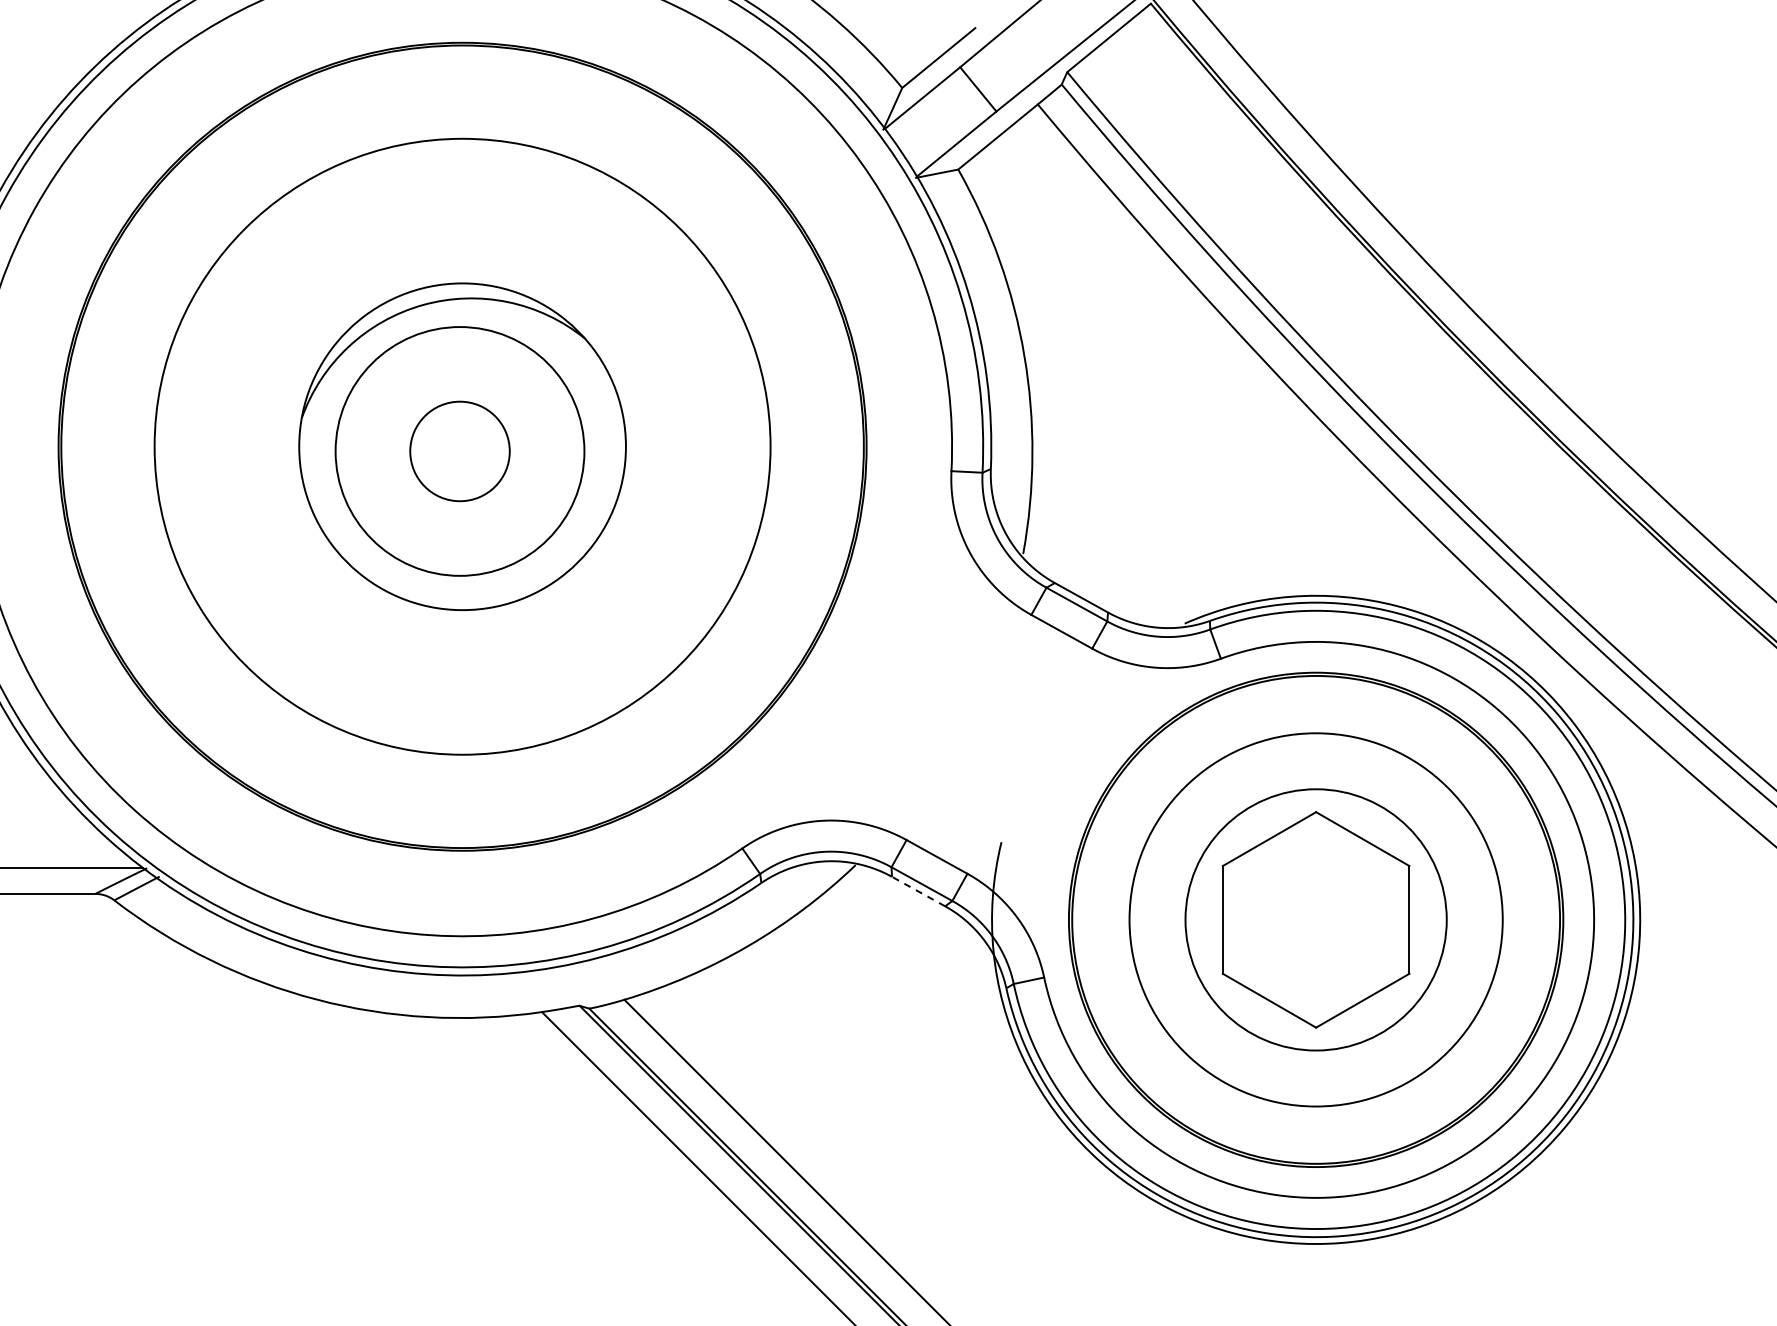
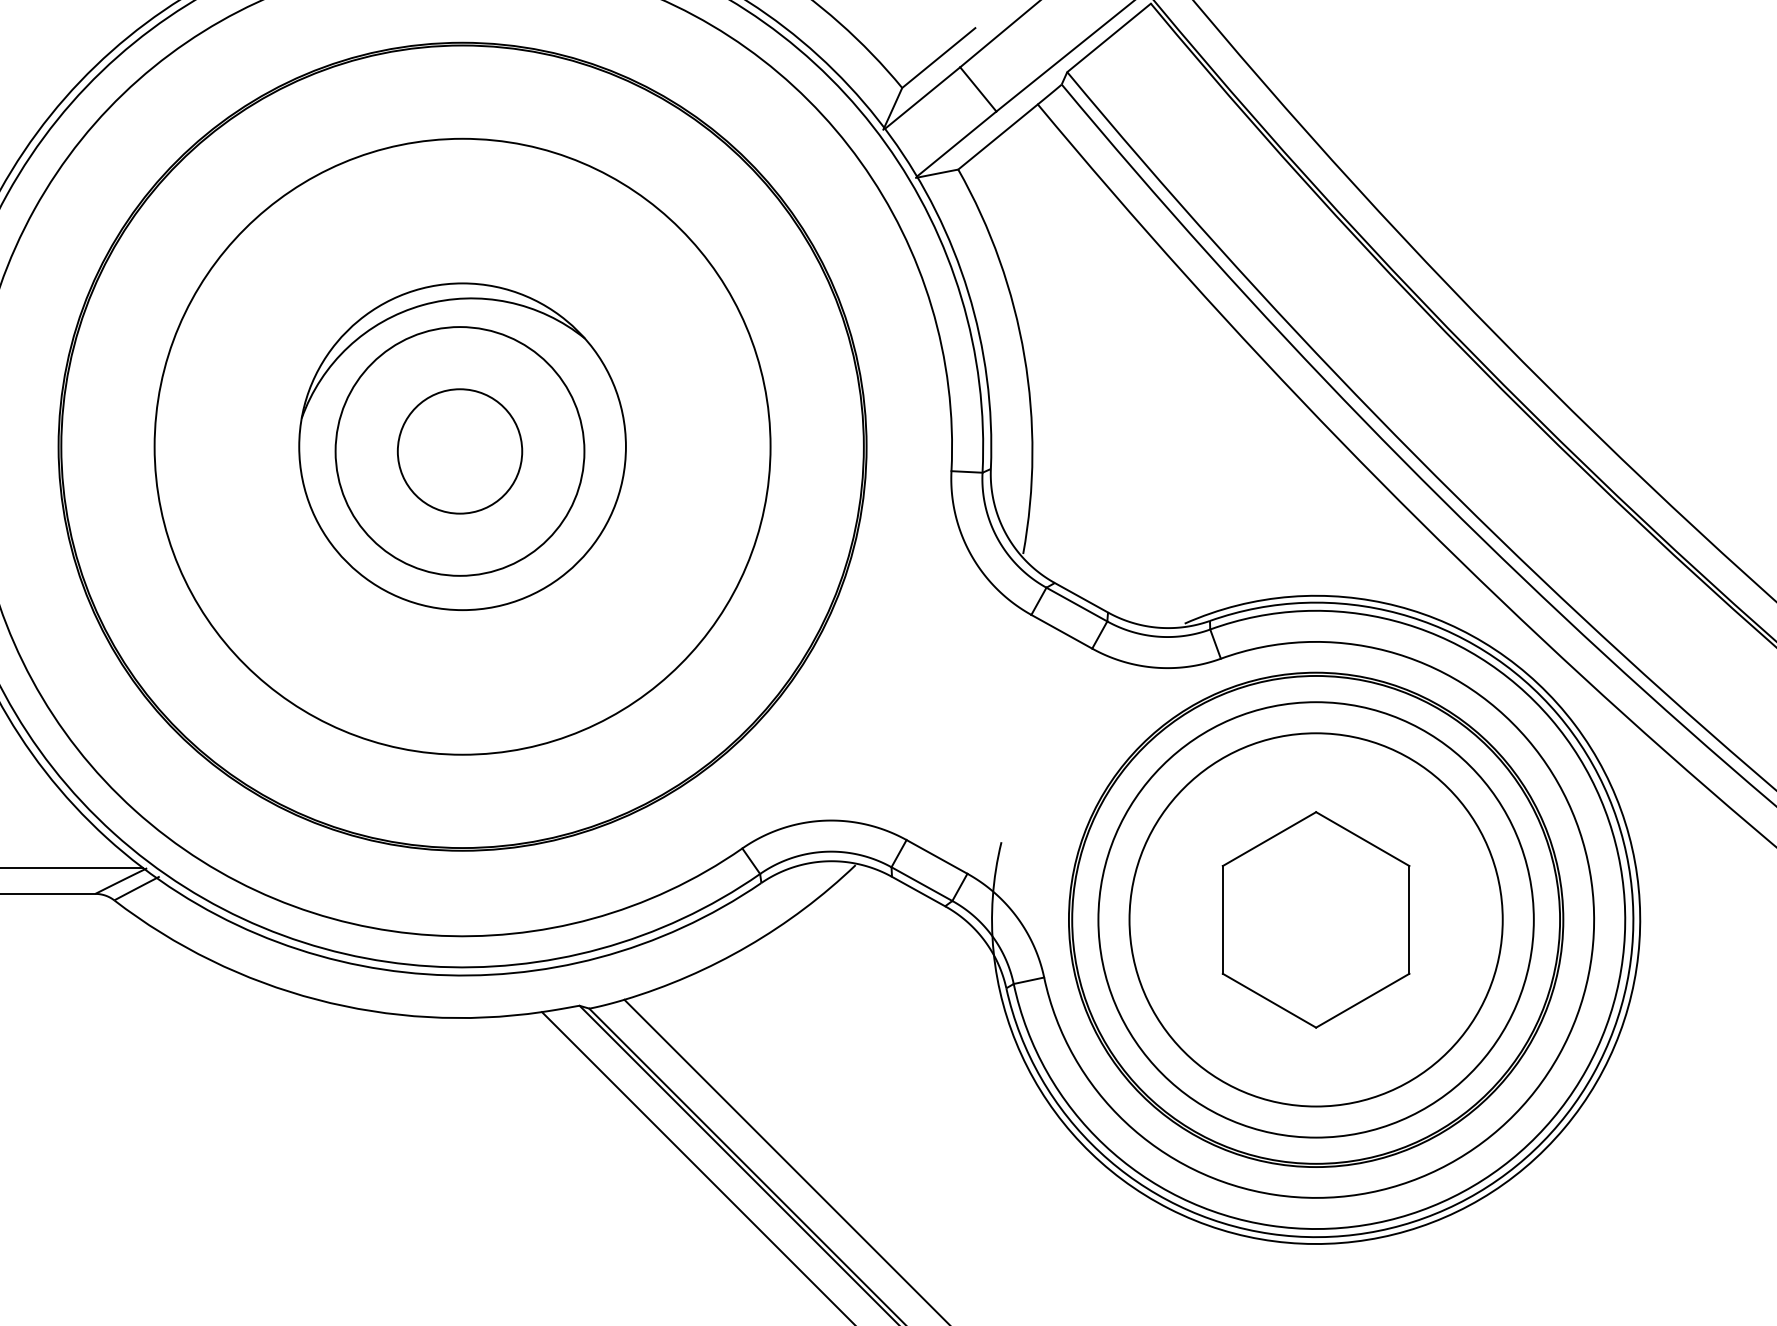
circle at (459, 451) diameter: 100 px -> 124 px
line at (918, 891): dashed -> solid
circle at (1315, 919) diameter: 261 px -> 435 px
